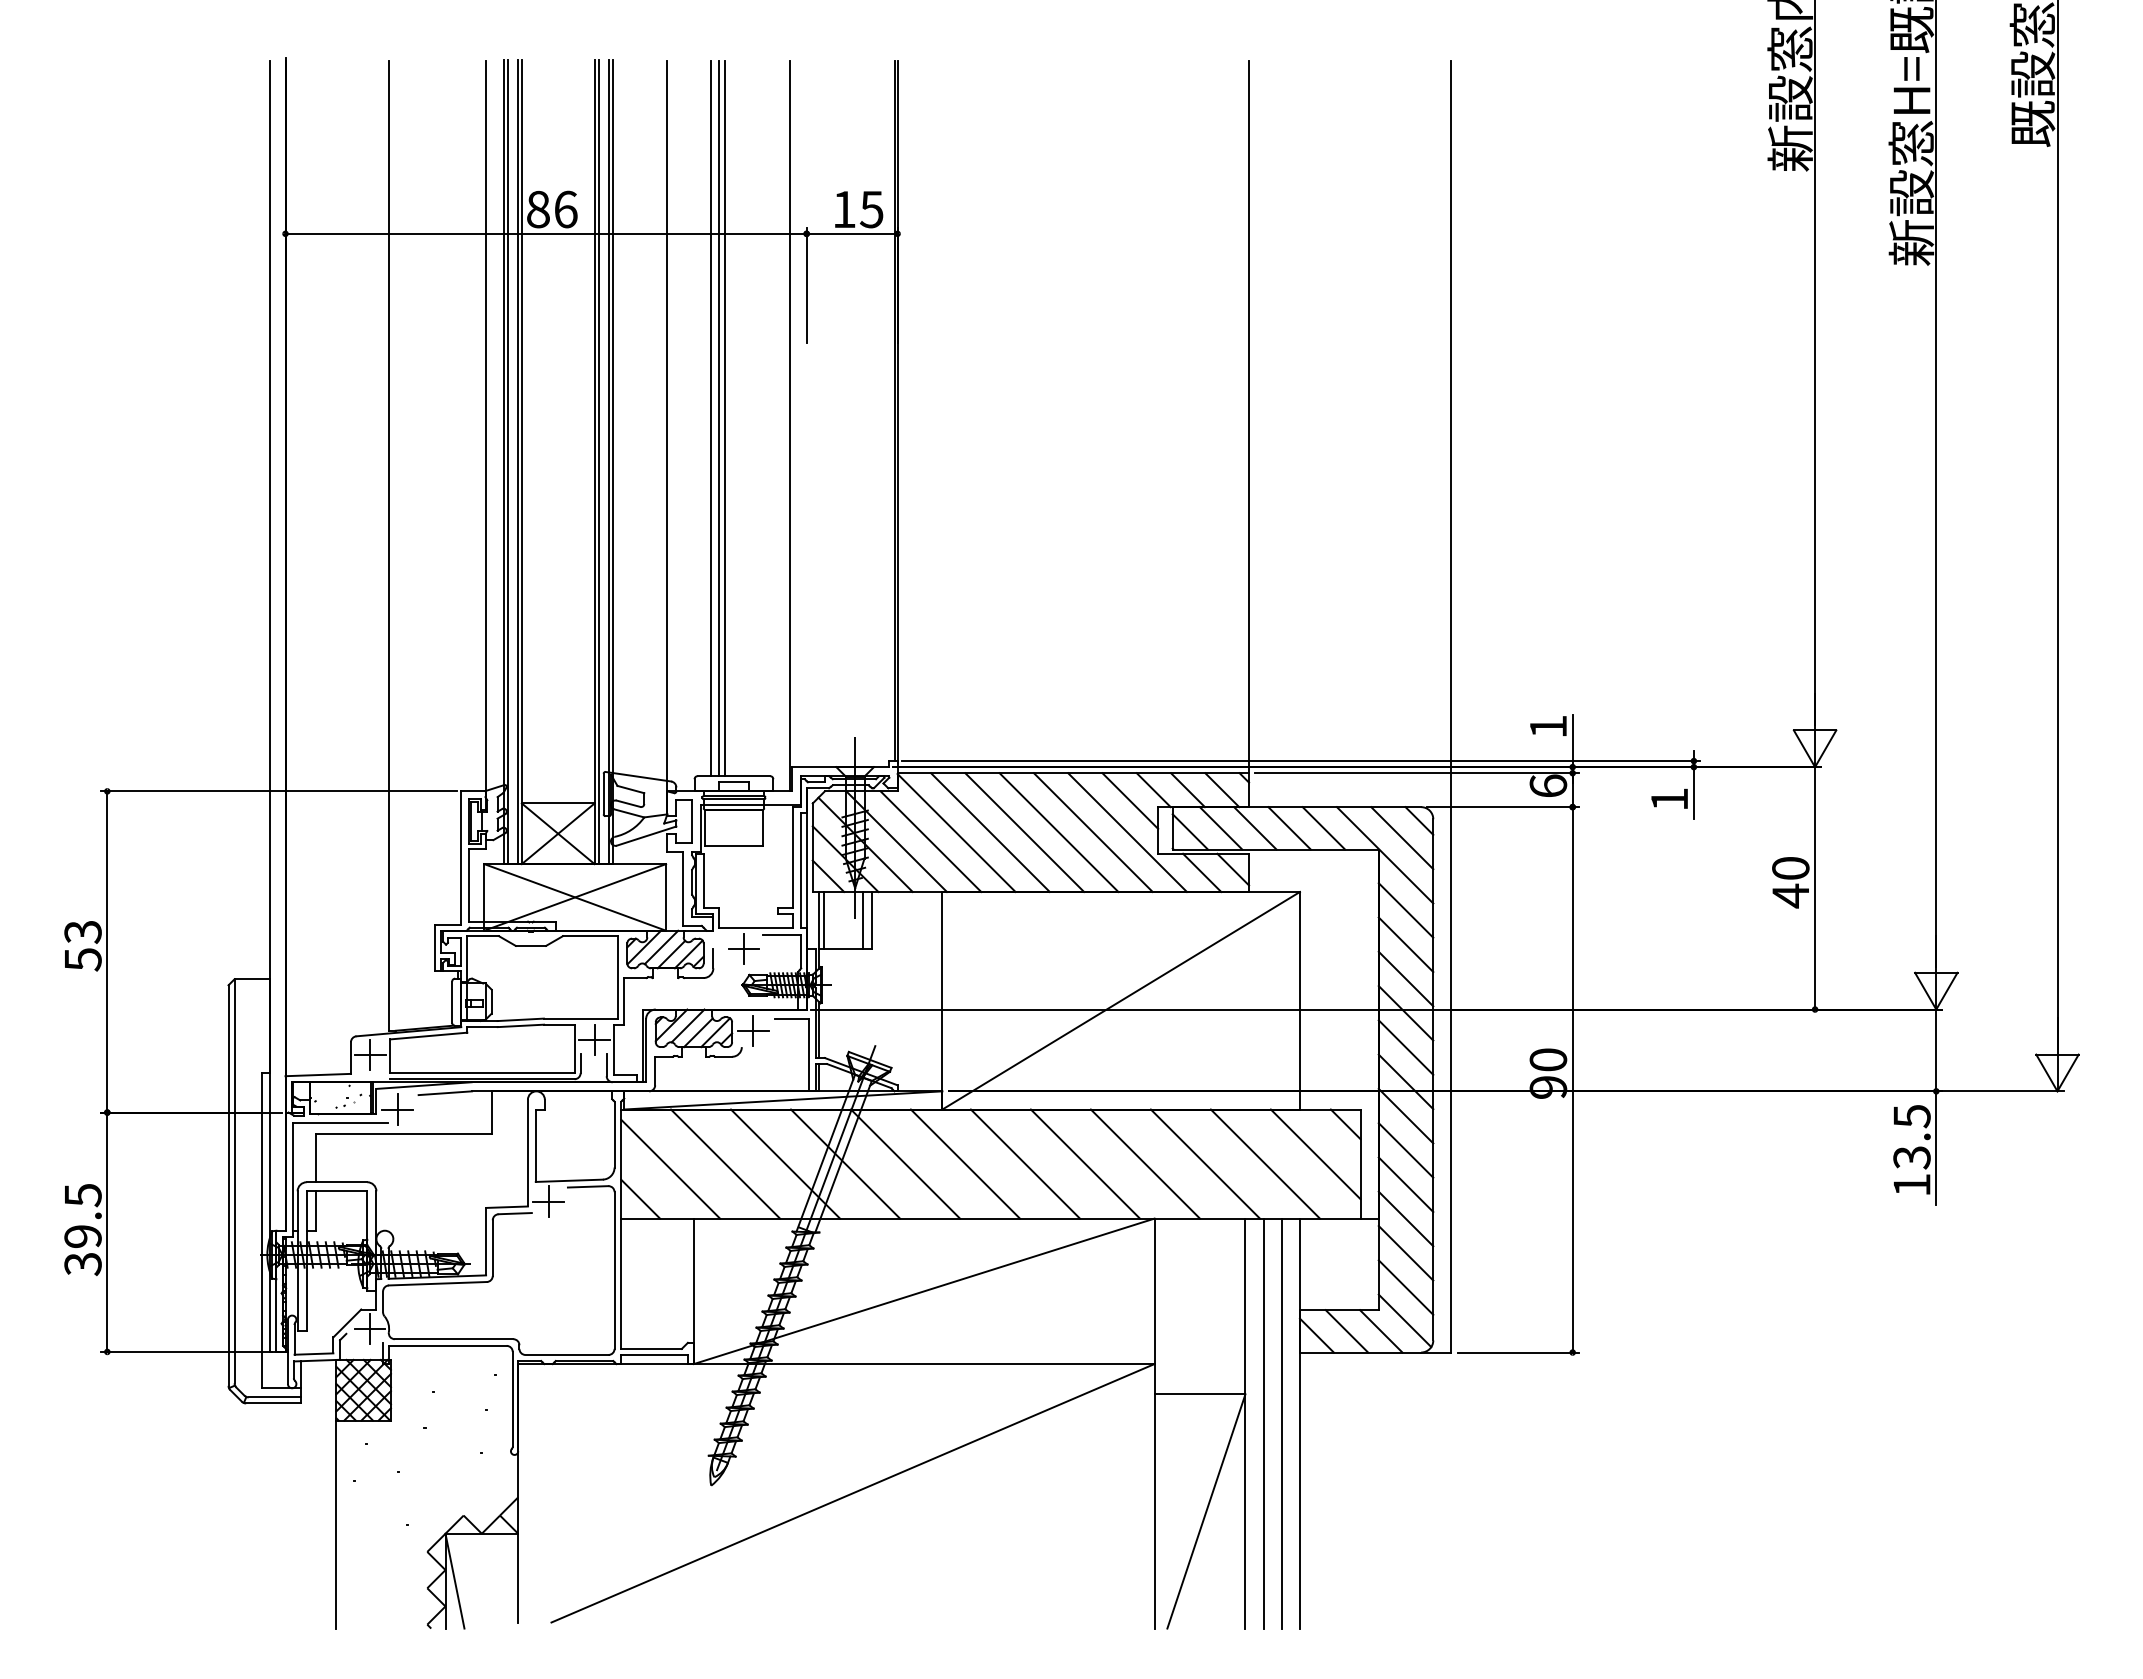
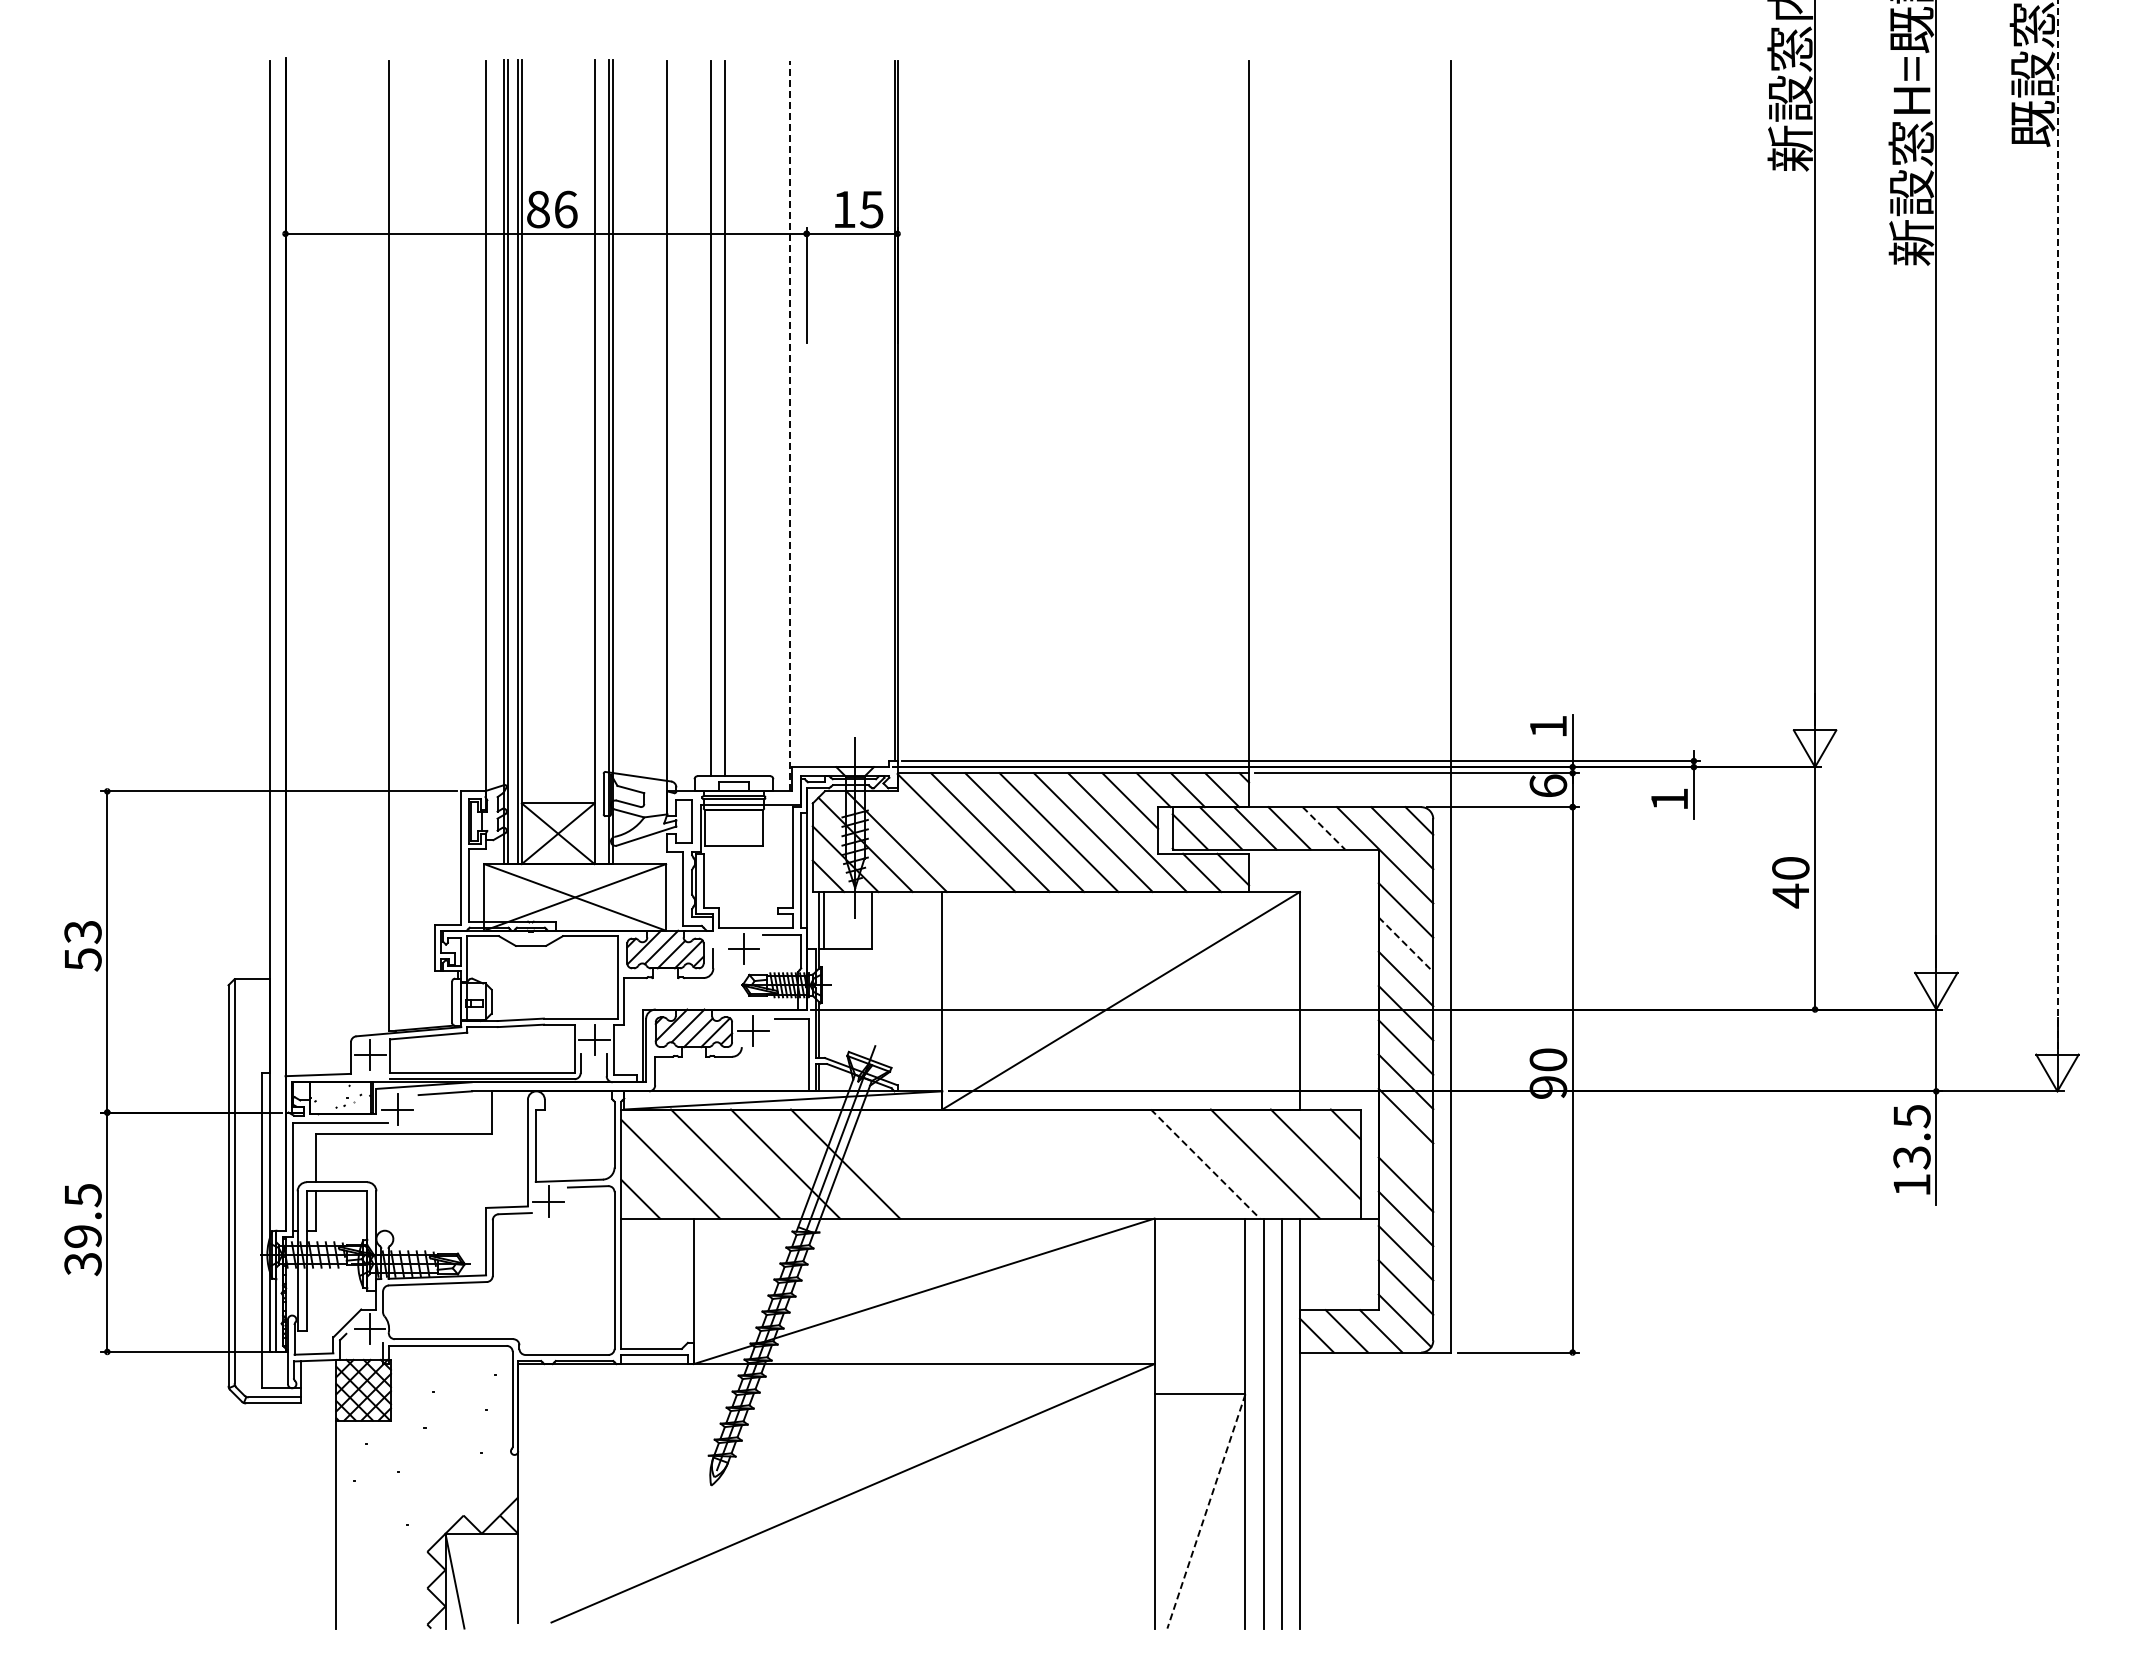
line at (719, 418): present -> none
line at (790, 425): solid -> dashed
line at (598, 461): present -> none
line at (2057, 524): solid -> dashed
line at (1323, 828): solid -> dashed
line at (930, 841): present -> none
line at (863, 919): present -> none
line at (1406, 944): solid -> dashed
line at (1405, 1150): present -> none
line at (905, 1163): present -> none
line at (965, 1163): present -> none
line at (1025, 1163): present -> none
line at (1084, 1163): present -> none
line at (1144, 1163): present -> none
line at (1205, 1164): solid -> dashed
line at (1206, 1511): solid -> dashed
